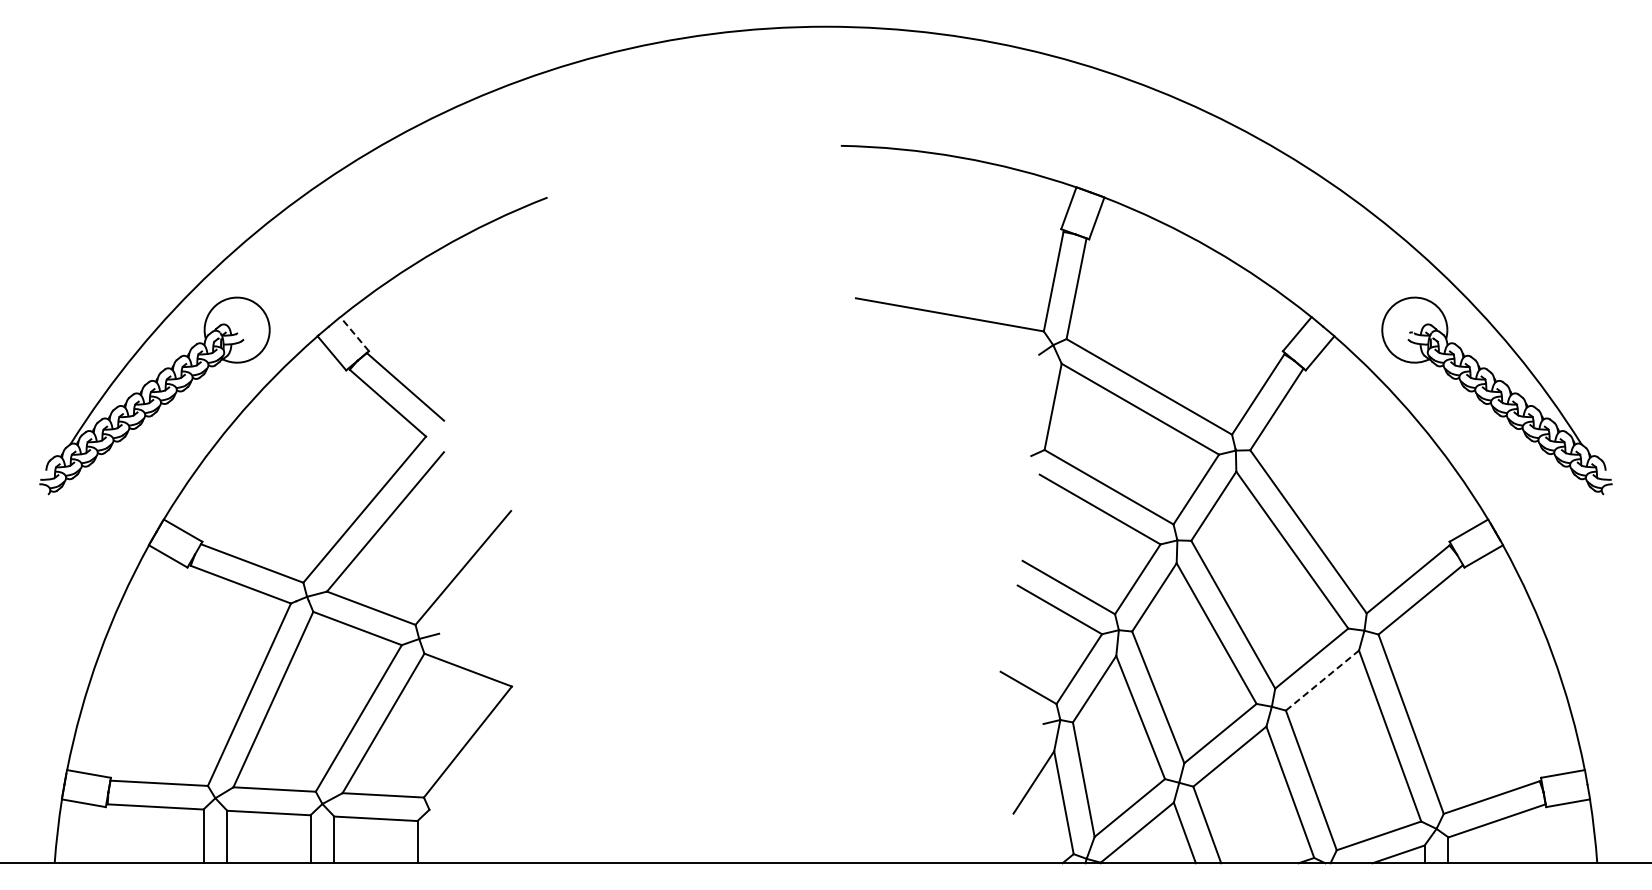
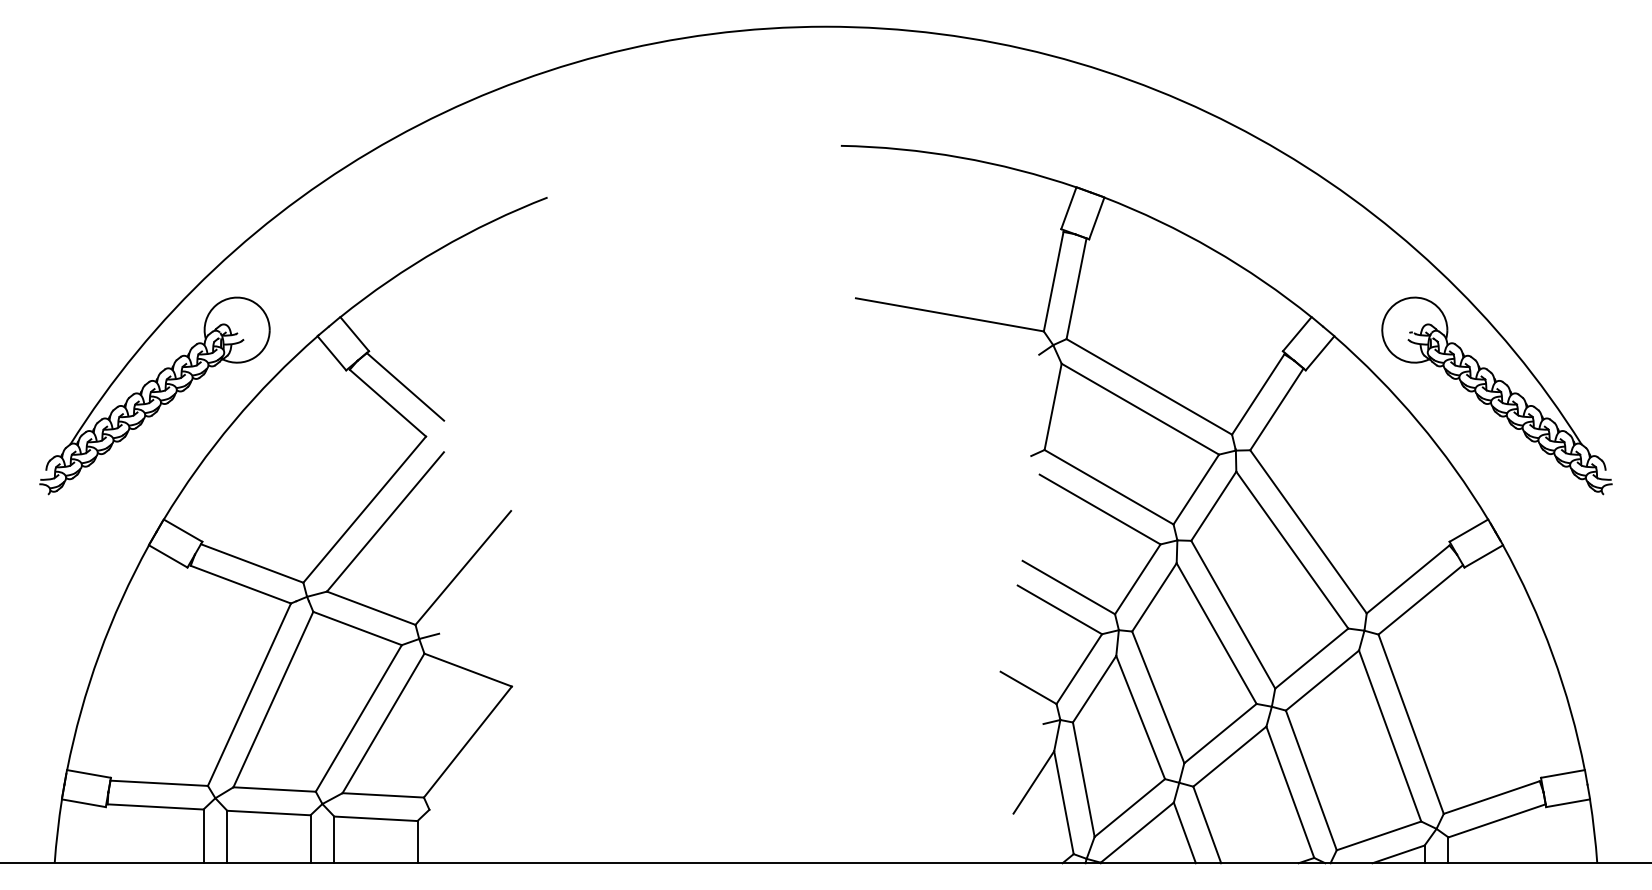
line at (354, 333): dashed -> solid
line at (1322, 680): dashed -> solid
